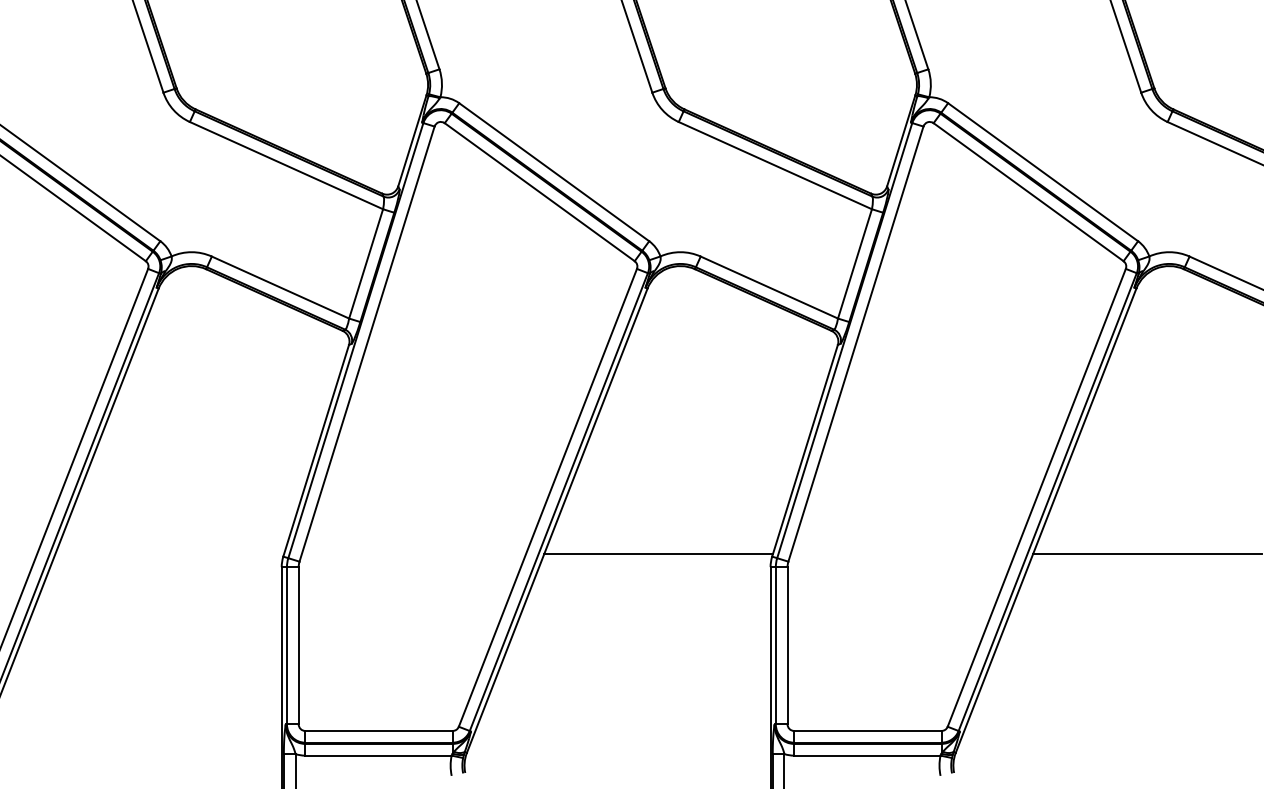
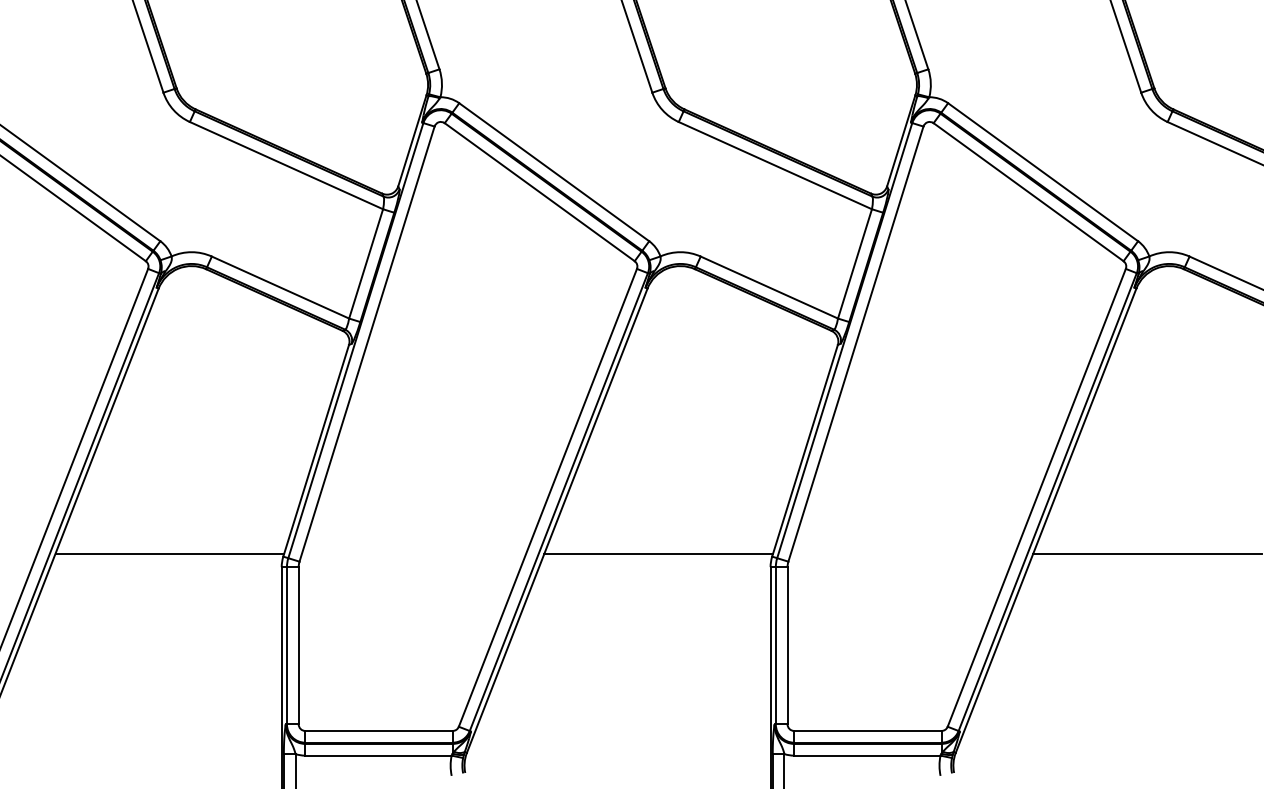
line at (169, 553): none -> present
